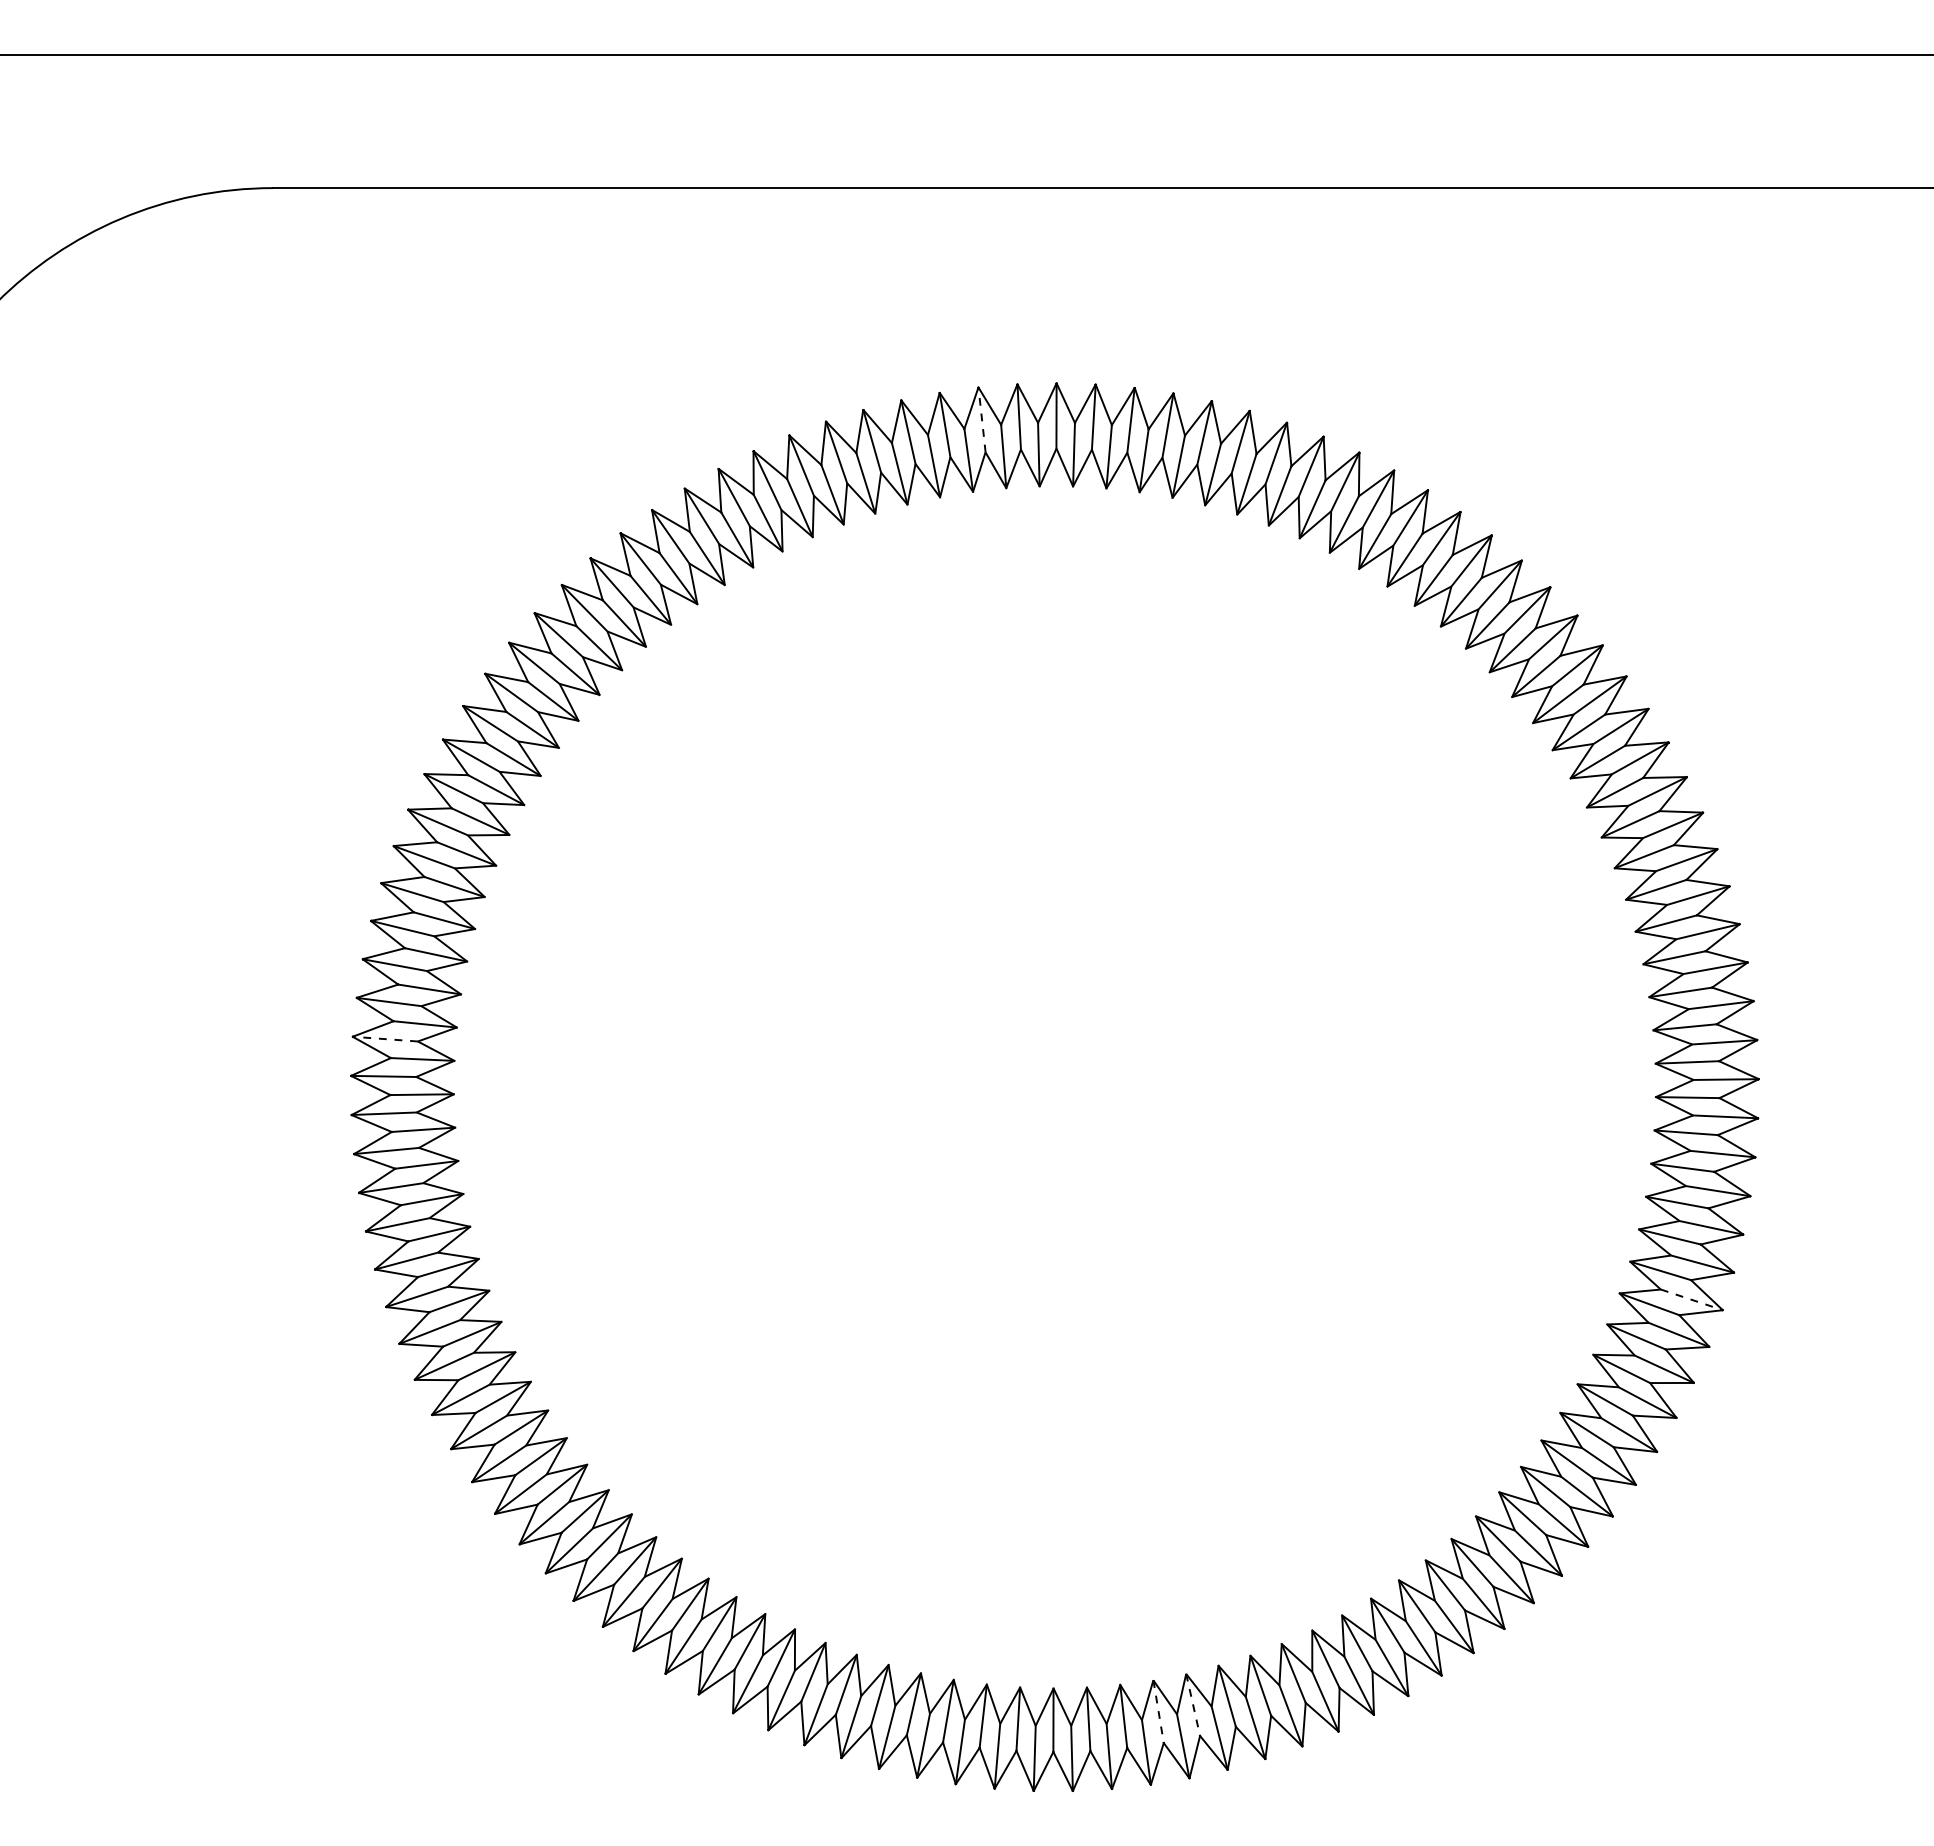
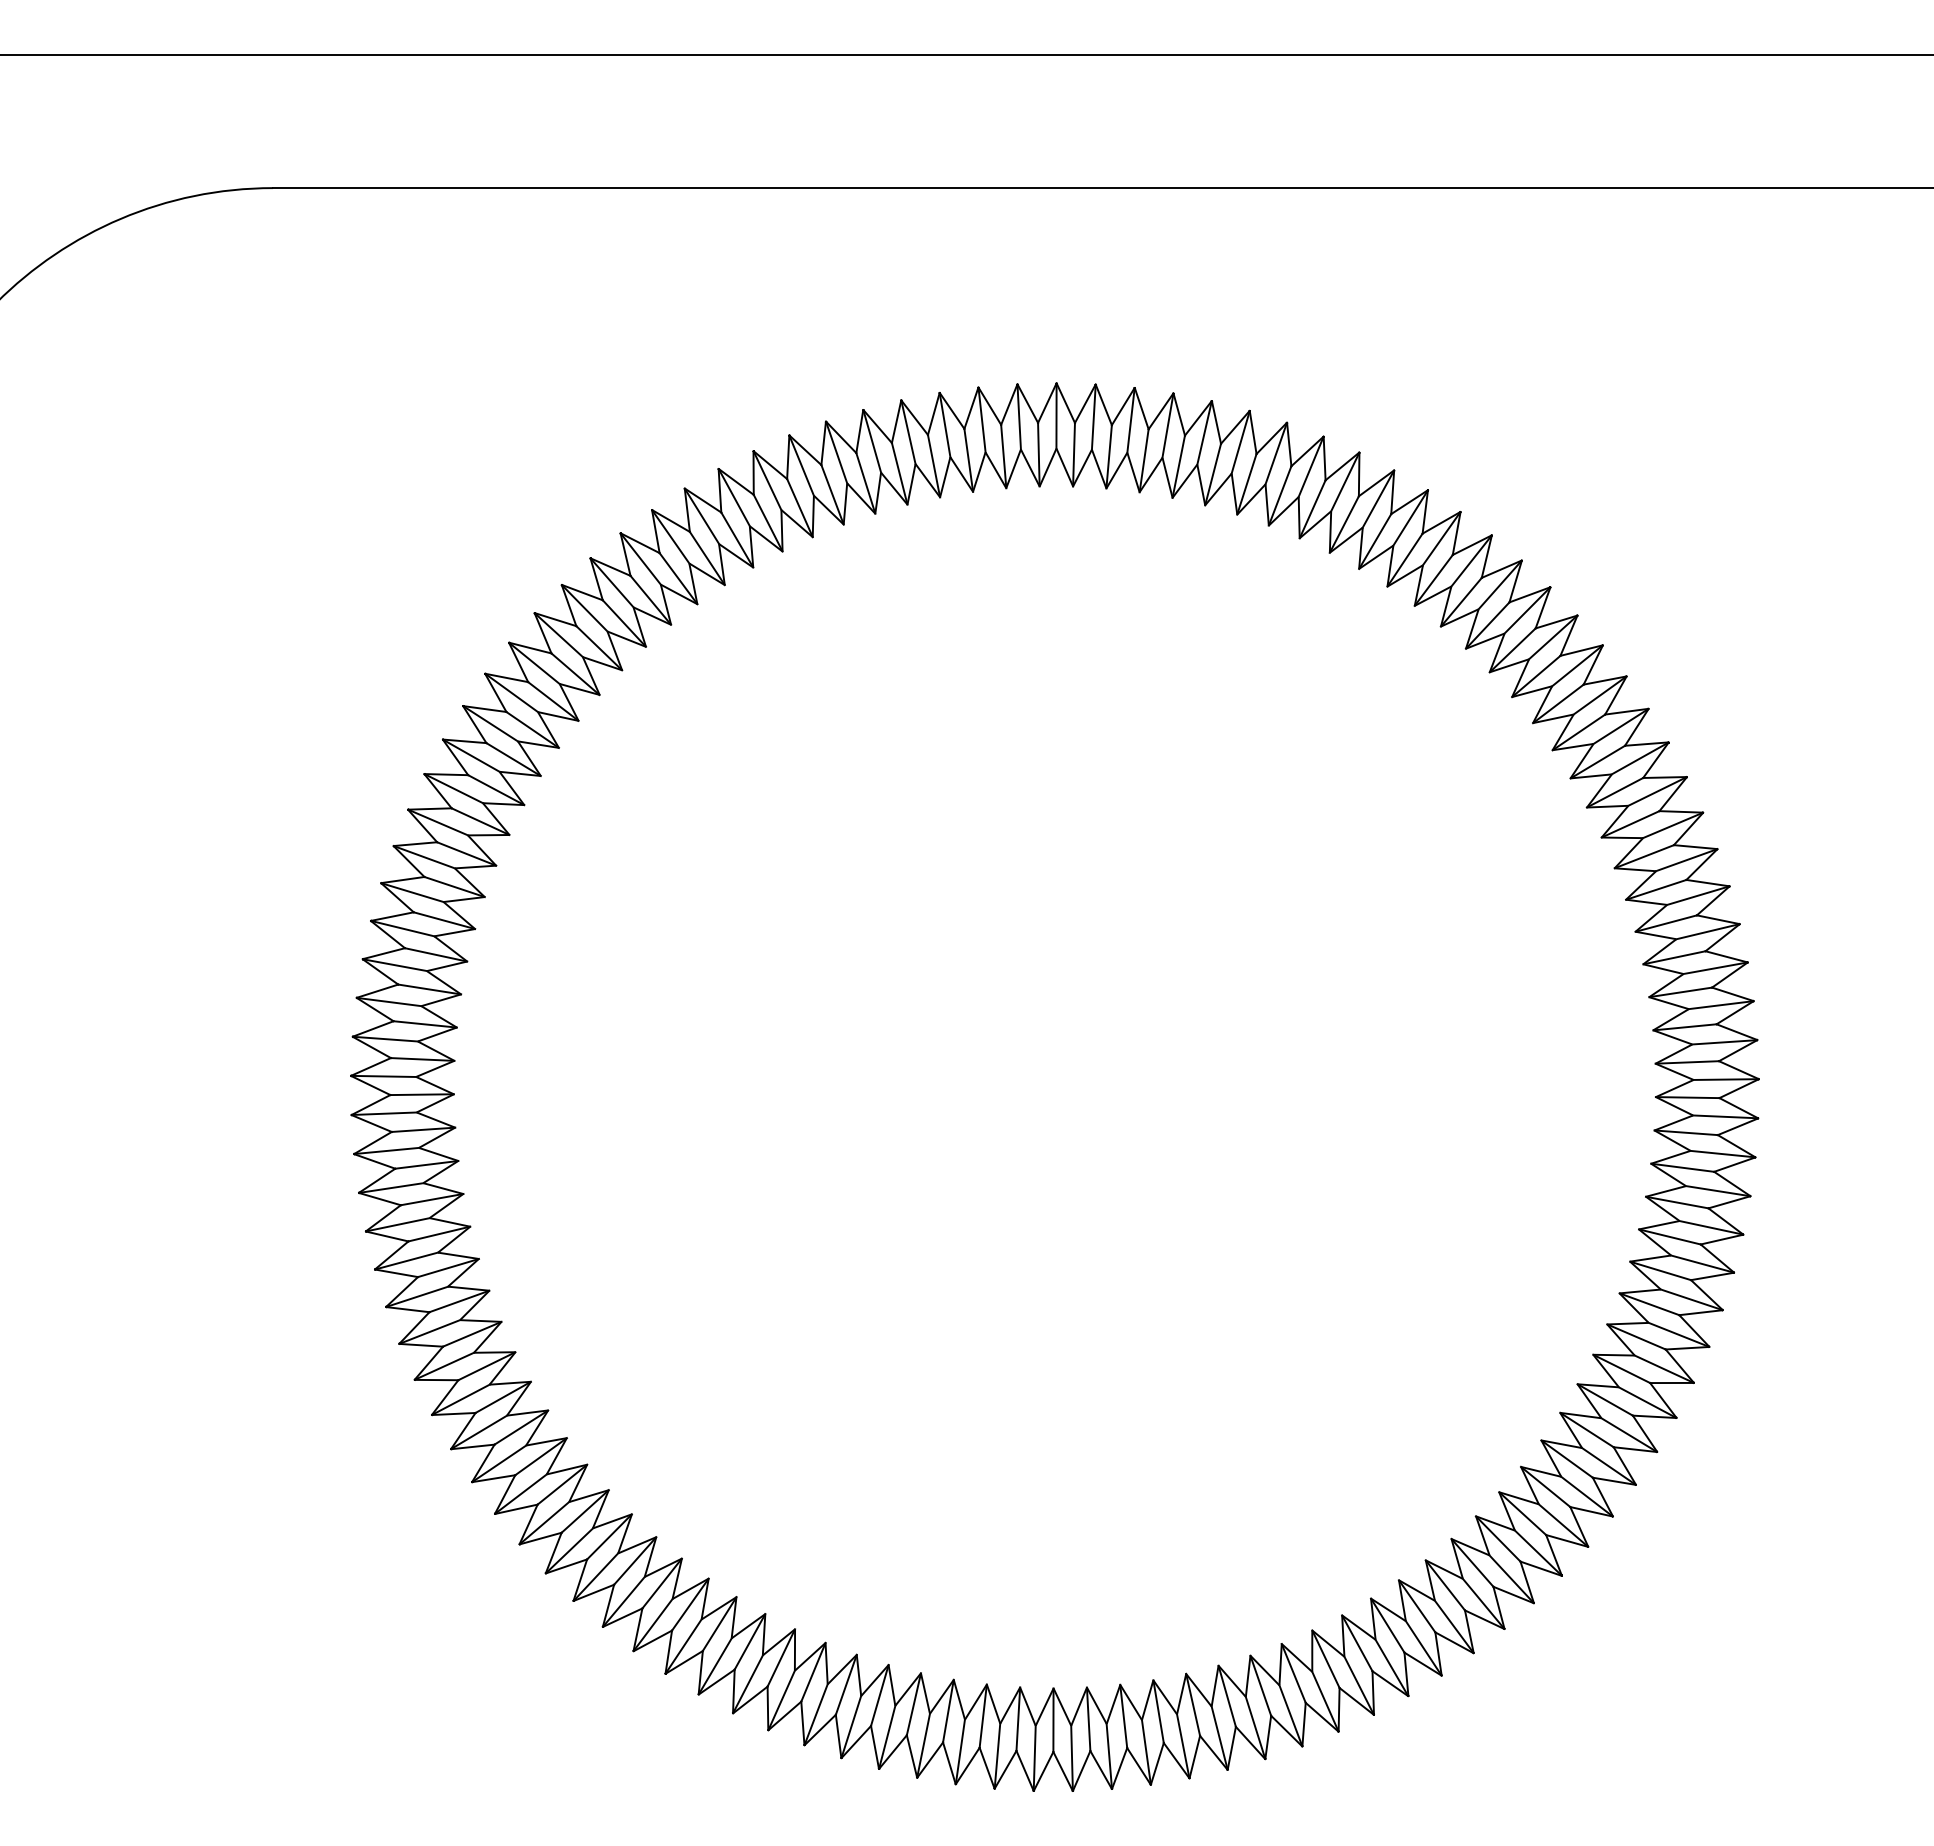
line at (982, 419): dashed -> solid
line at (385, 1039): dashed -> solid
line at (1692, 1299): dashed -> solid
line at (1193, 1704): dashed -> solid
line at (1158, 1711): dashed -> solid
